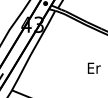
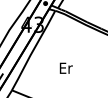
text at (93, 67) position: (93, 67) -> (65, 67)
